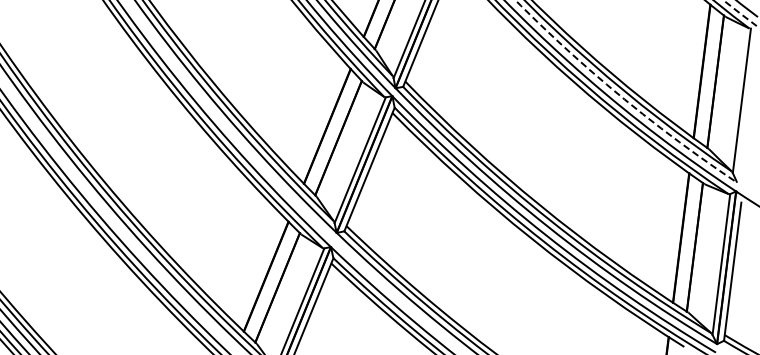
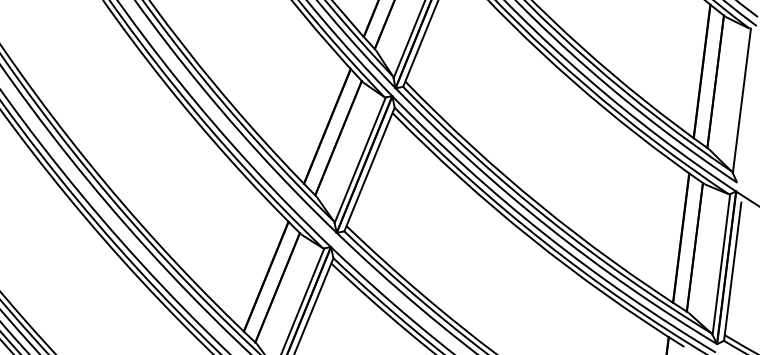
arc at (739, 12): dashed -> solid
arc at (621, 97): dashed -> solid
